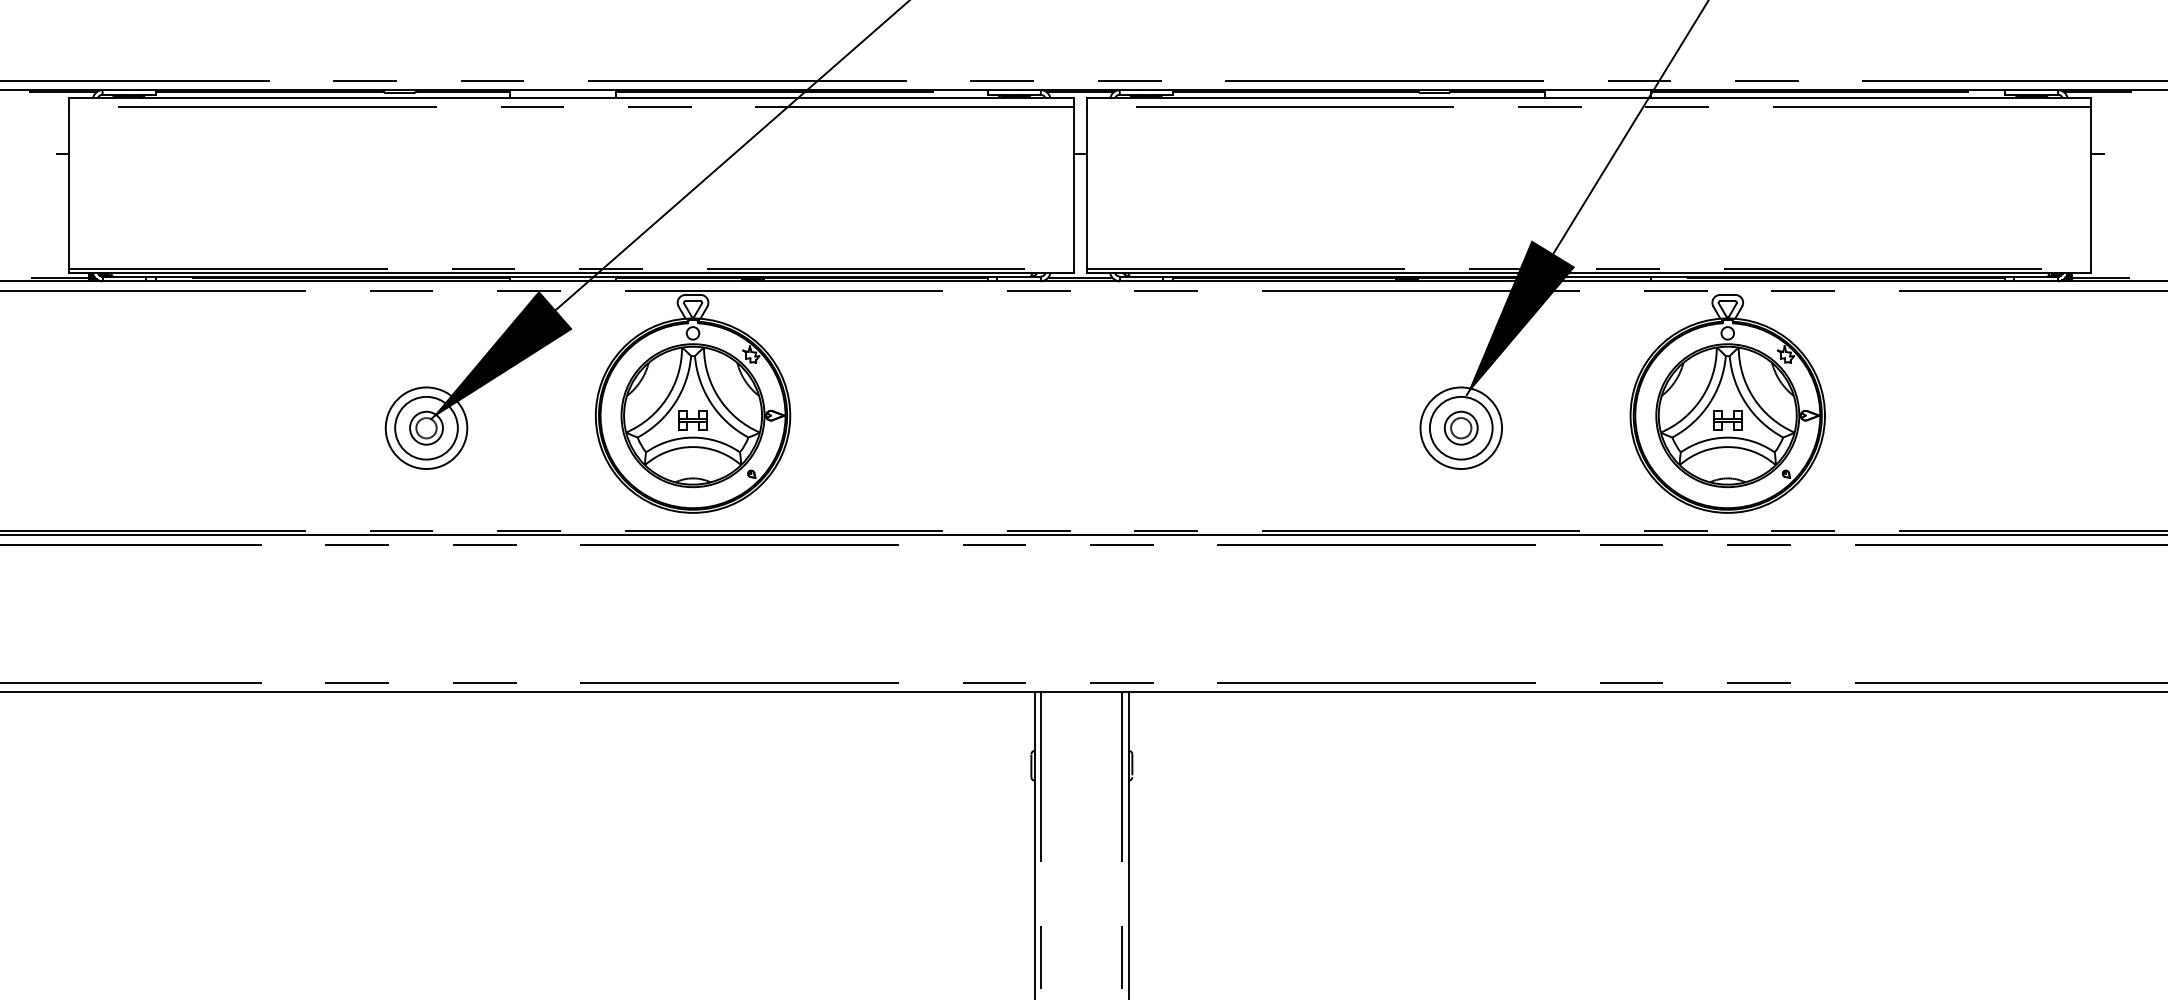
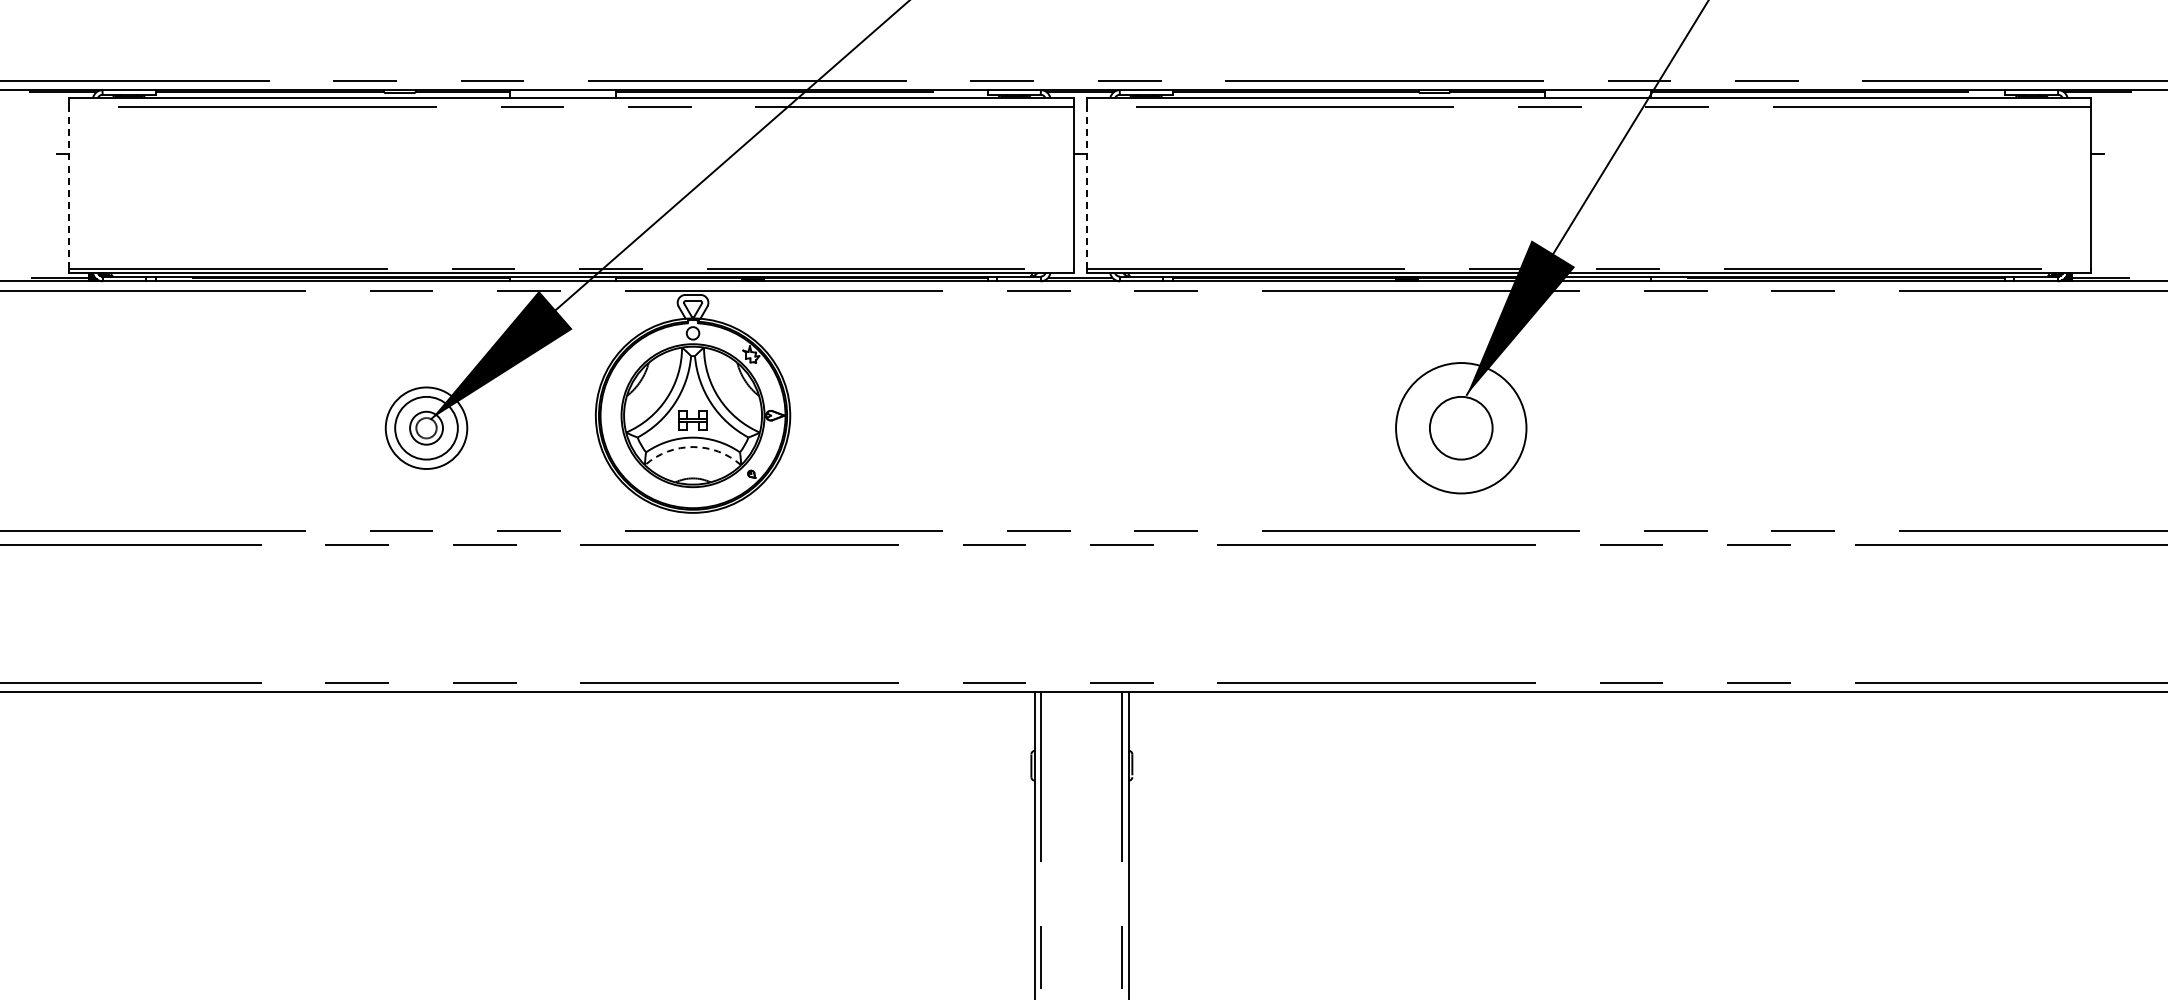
line at (69, 187): solid -> dashed
line at (1086, 187): solid -> dashed
part at (1727, 403): present -> none
part at (1460, 427): present -> none
circle at (1461, 428) diameter: 82 px -> 130 px
arc at (693, 447): solid -> dashed
line at (1083, 535): present -> none
